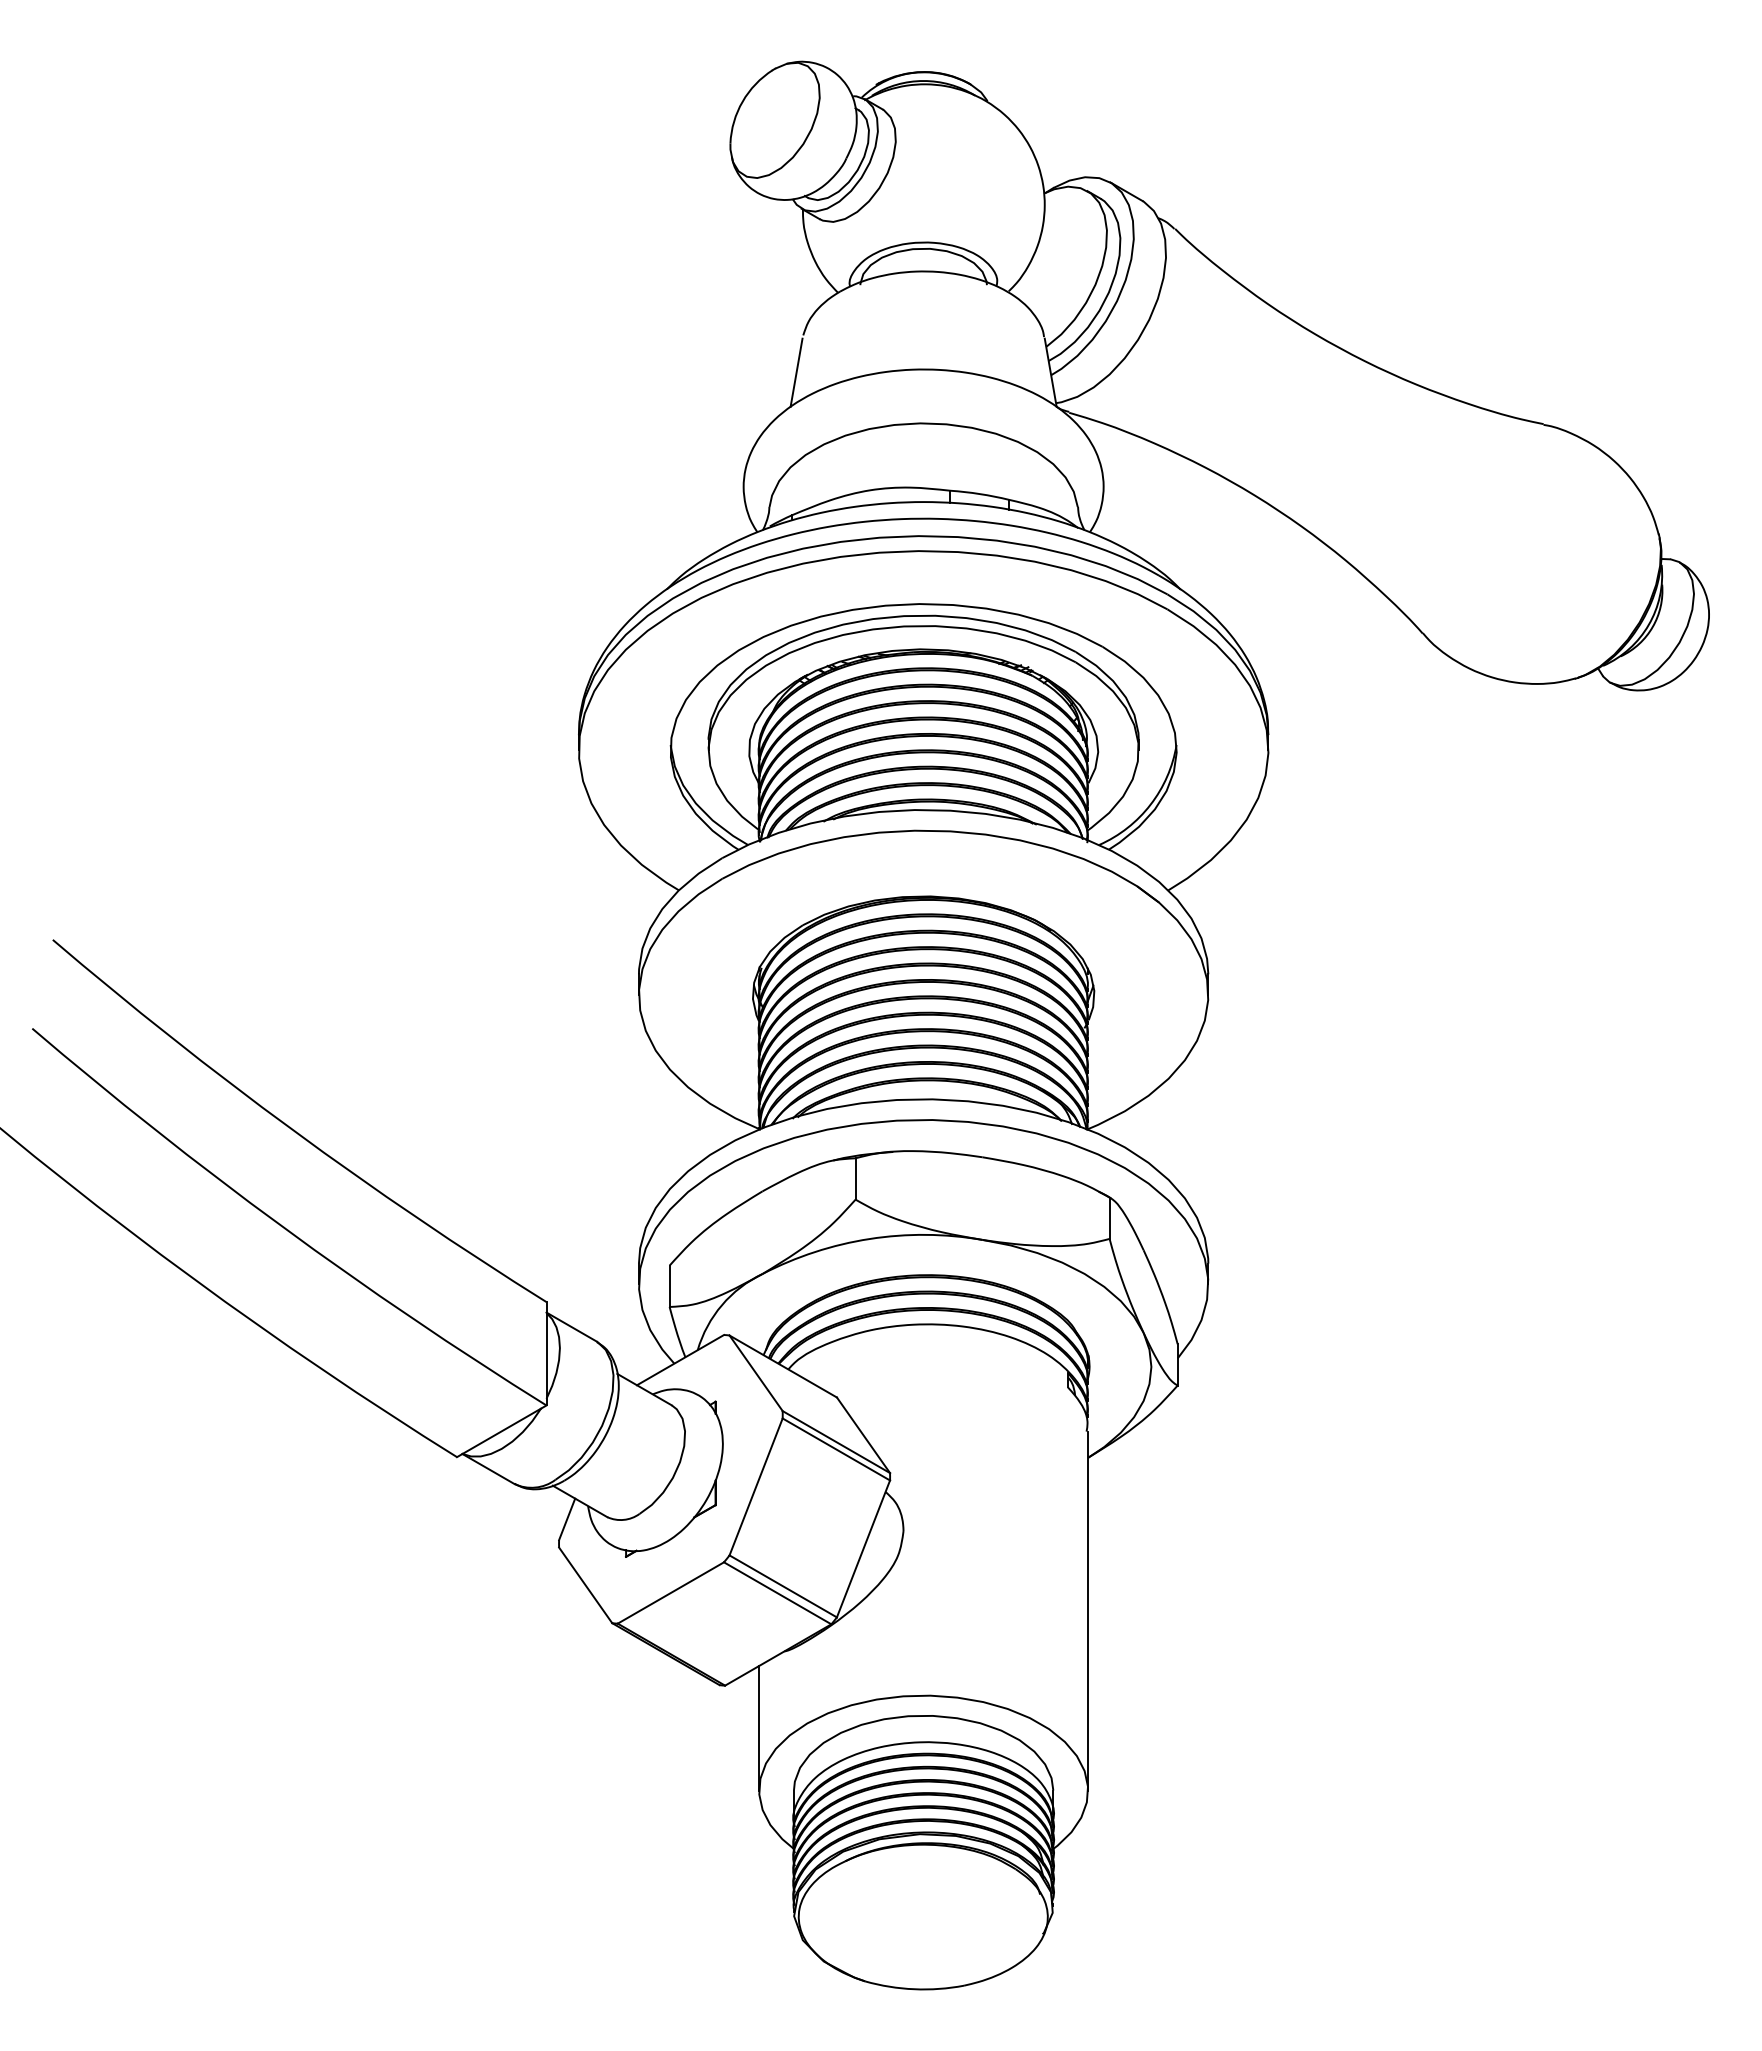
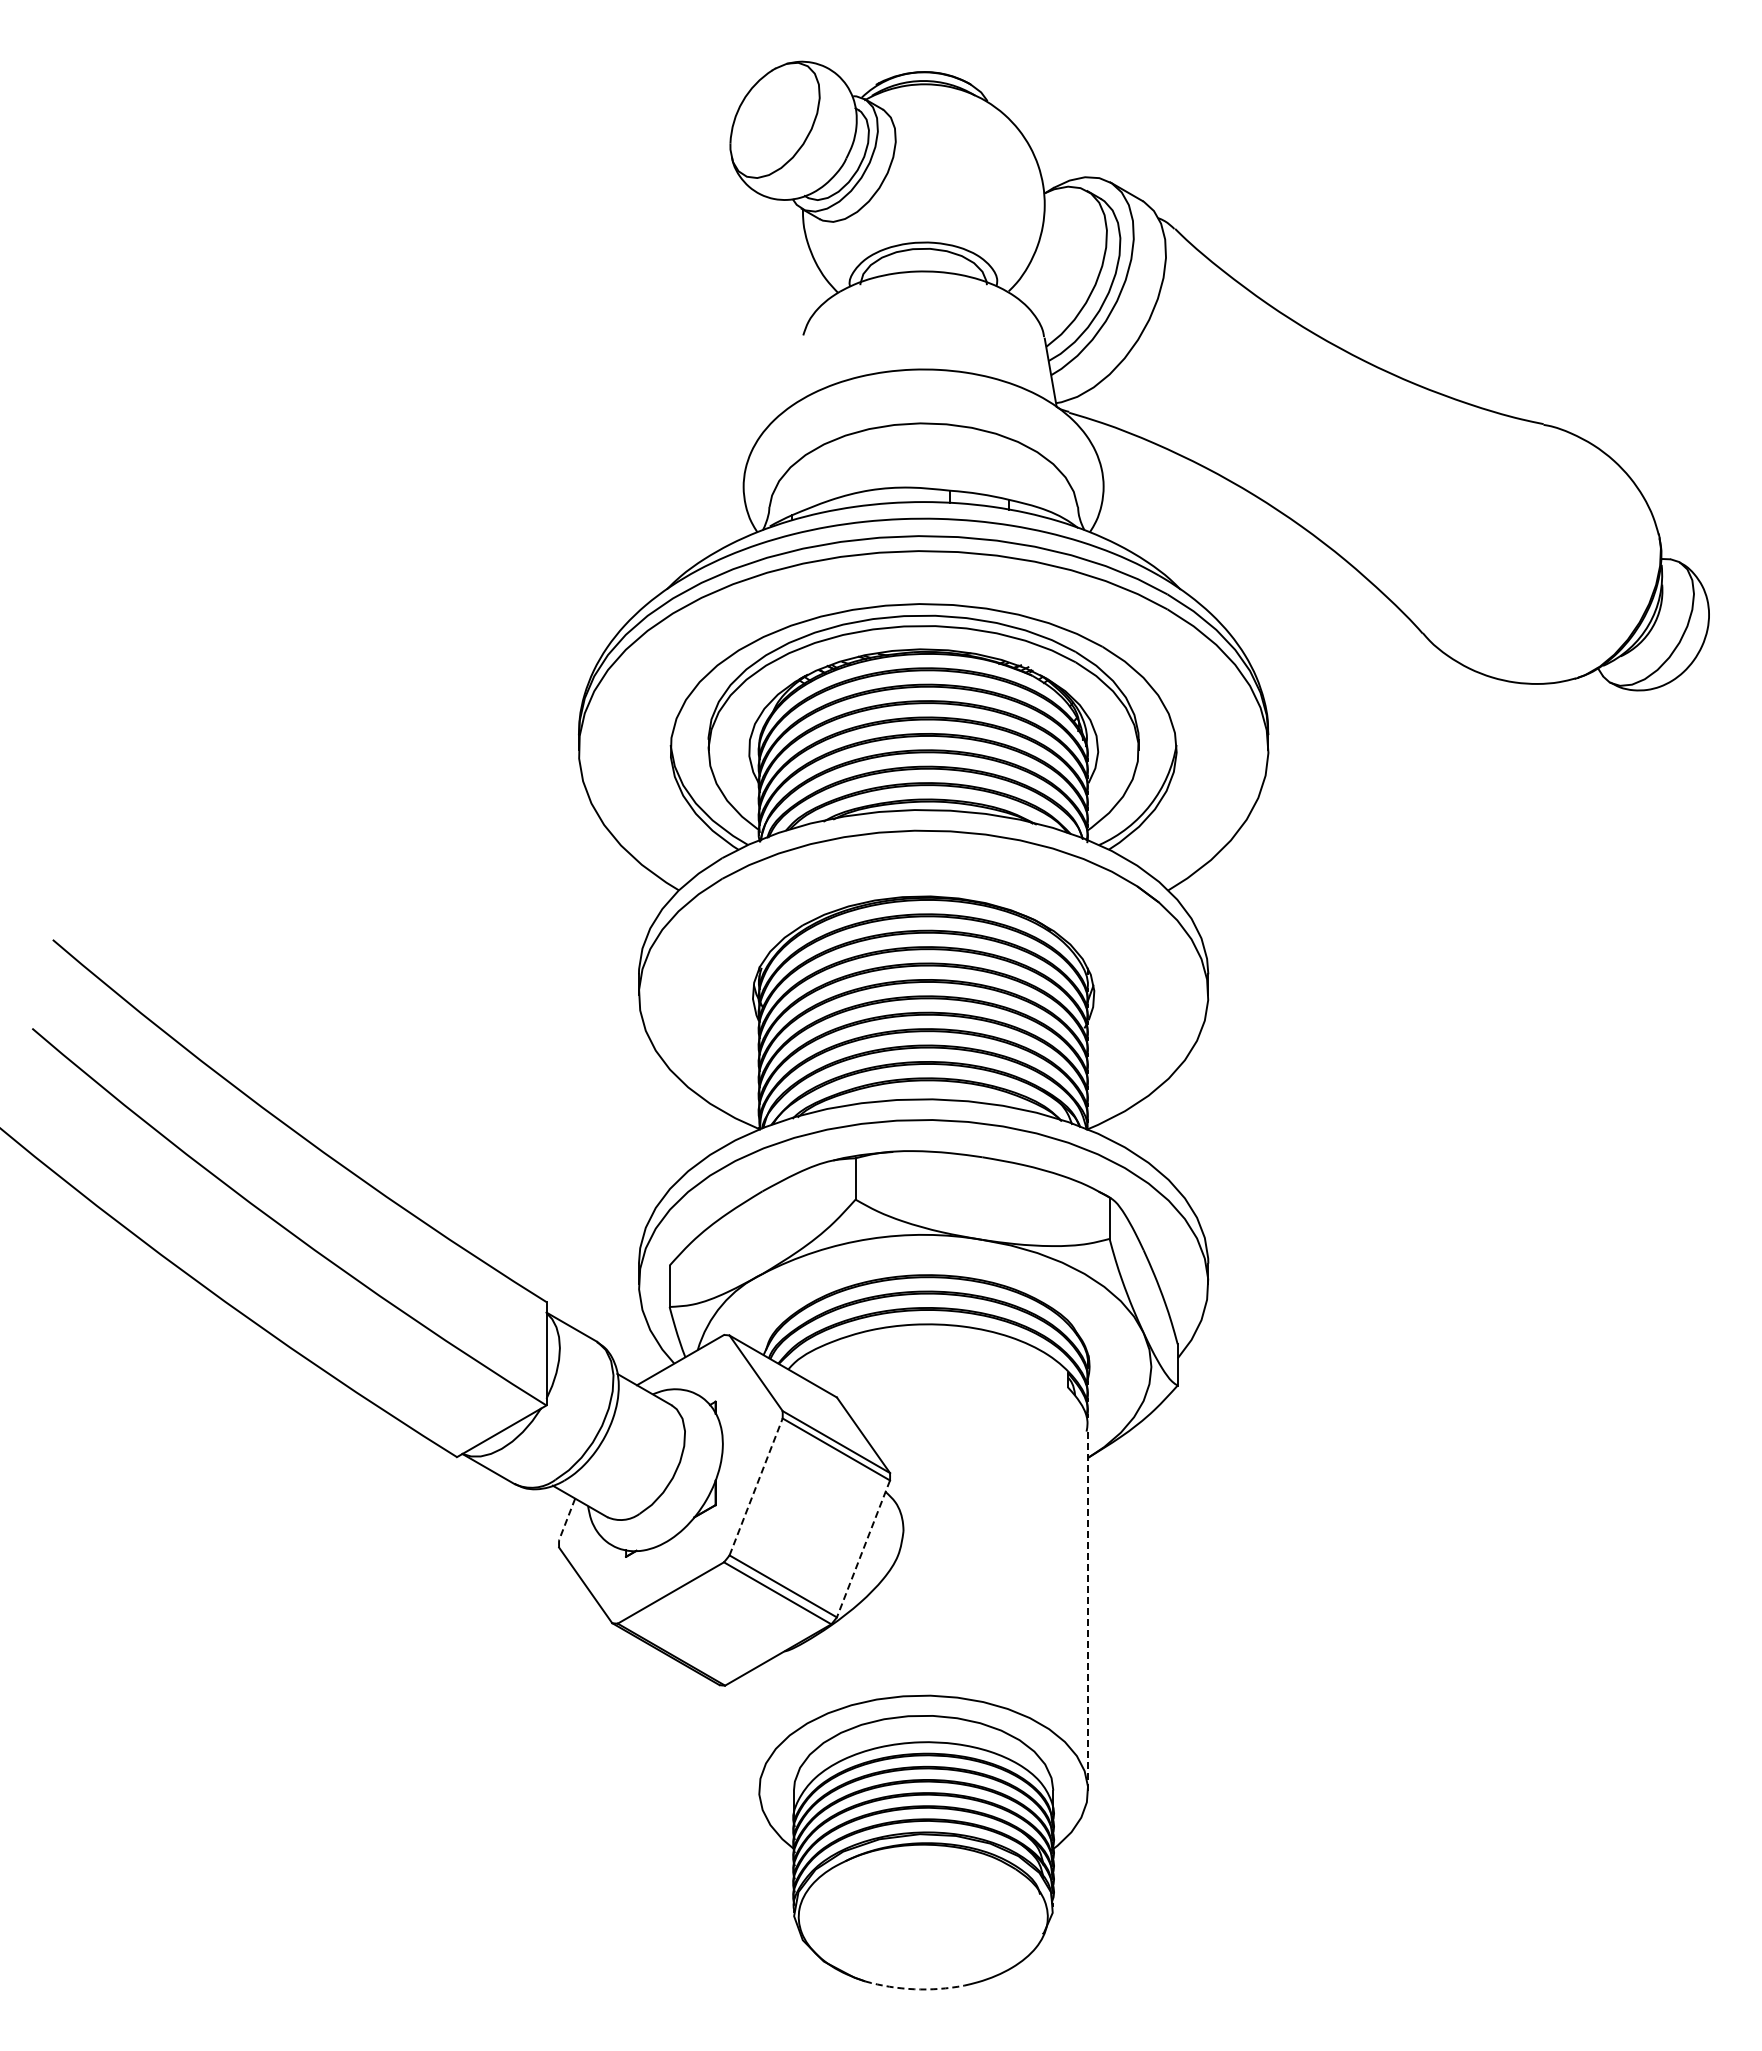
line at (796, 372): present -> none
line at (756, 1486): solid -> dashed
line at (566, 1519): solid -> dashed
line at (863, 1549): solid -> dashed
line at (1088, 1610): solid -> dashed
line at (759, 1727): present -> none
arc at (914, 1989): solid -> dashed
